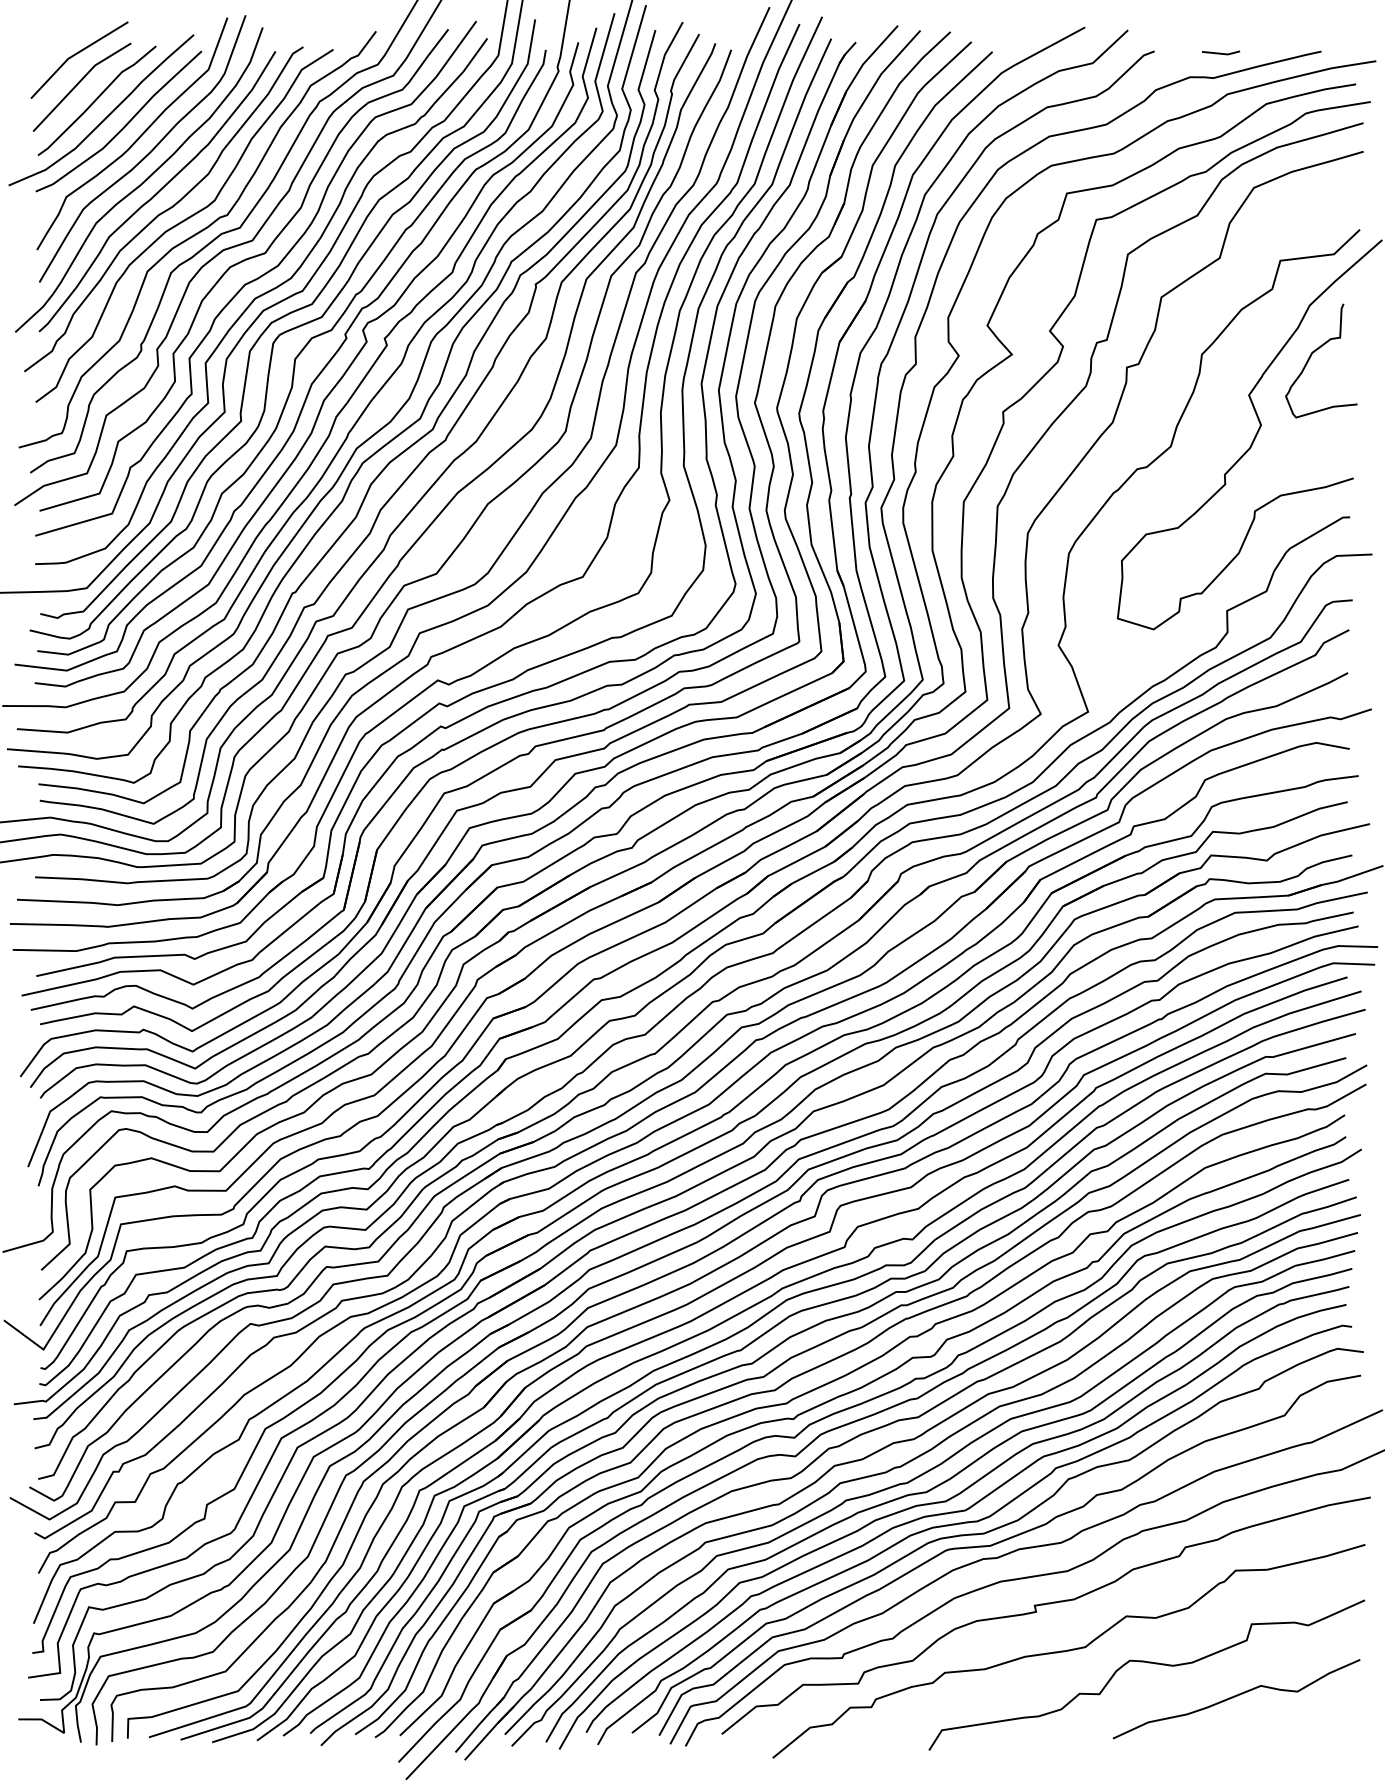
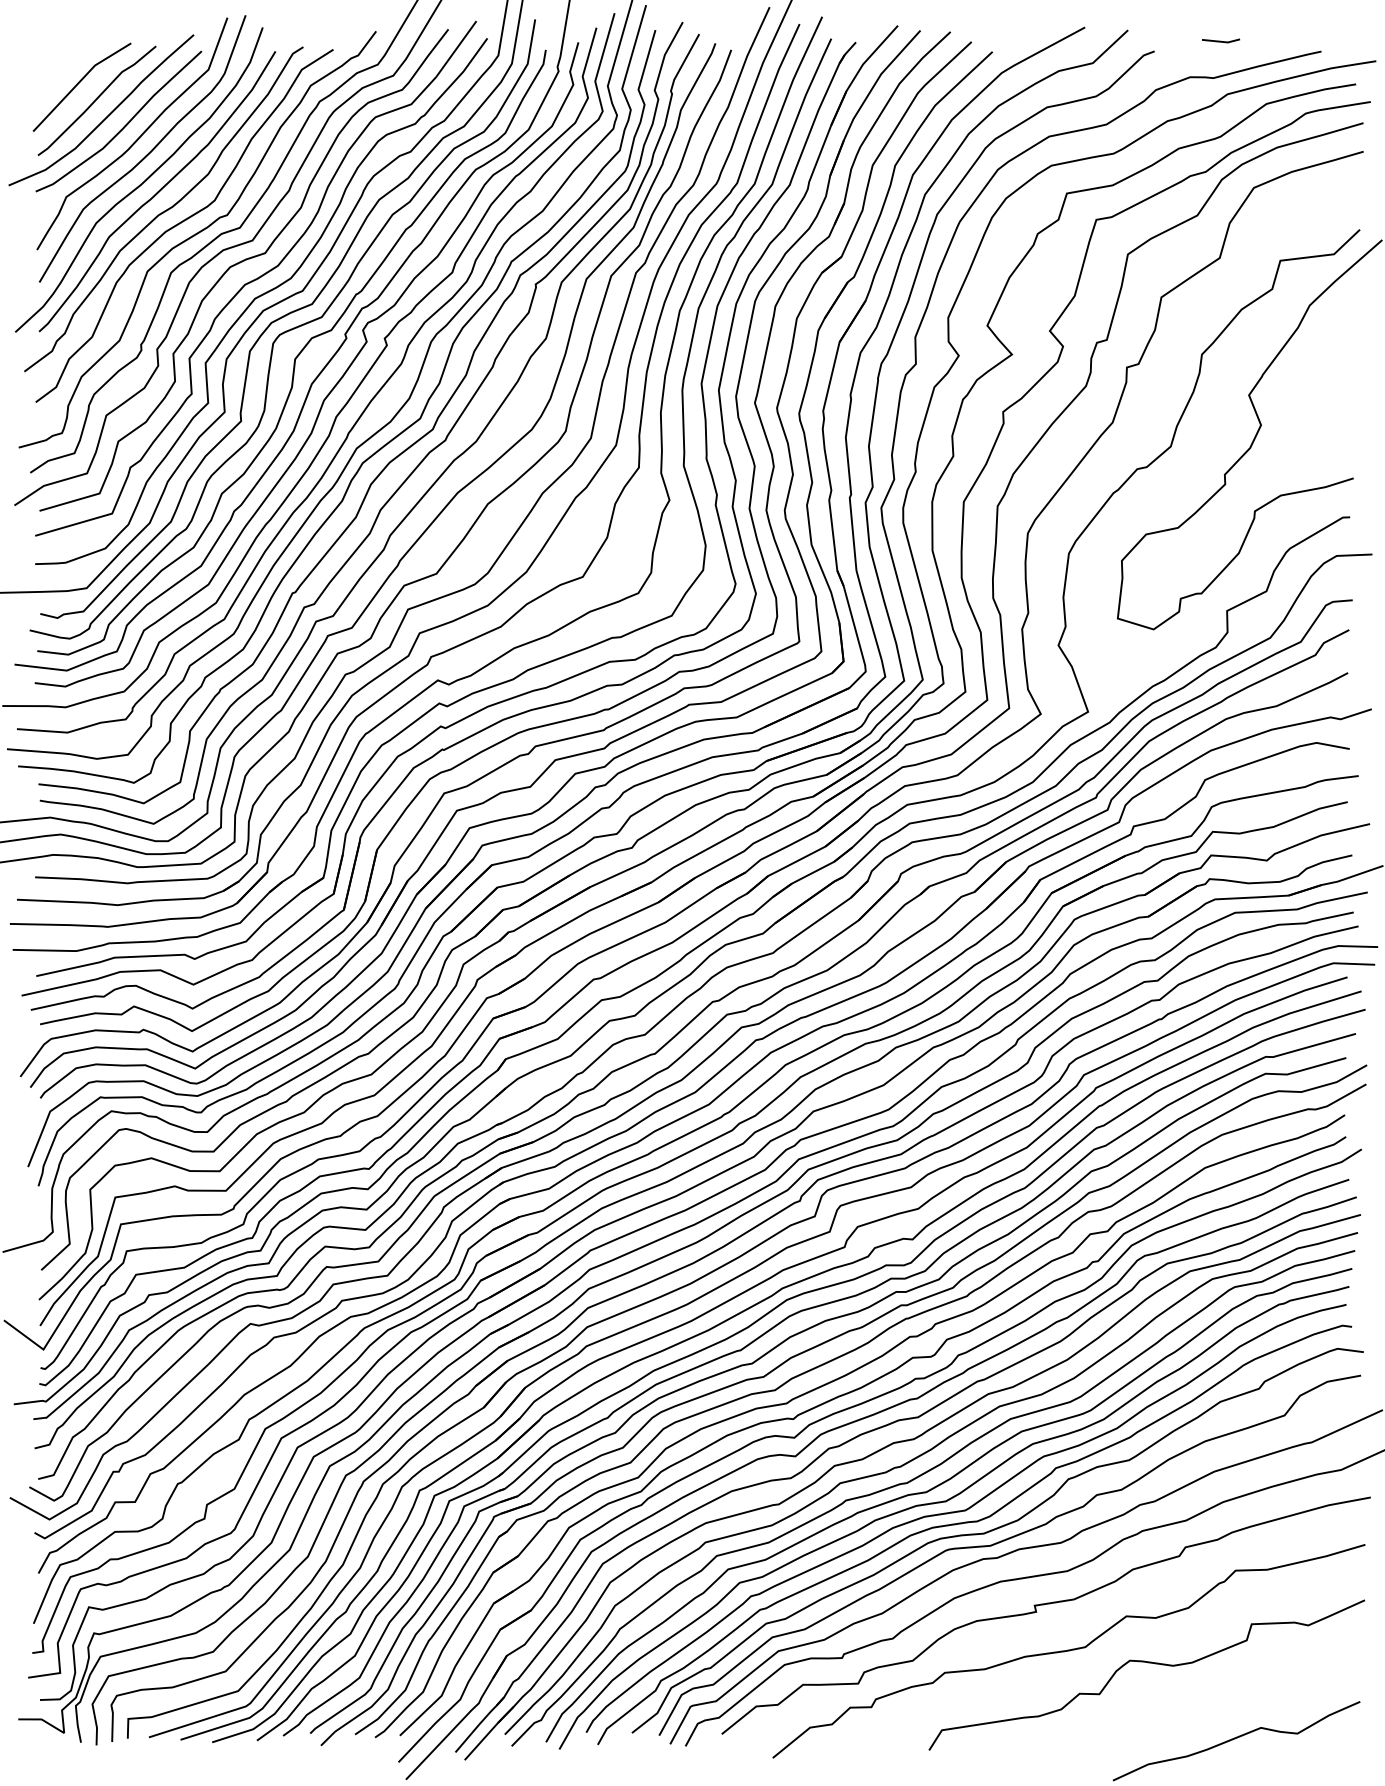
line at (1221, 52) position: (1221, 52) -> (1221, 40)
line at (77, 54): present -> none
curve at (1314, 352): present -> none
curve at (1235, 1697) position: (1235, 1697) -> (1235, 1739)
